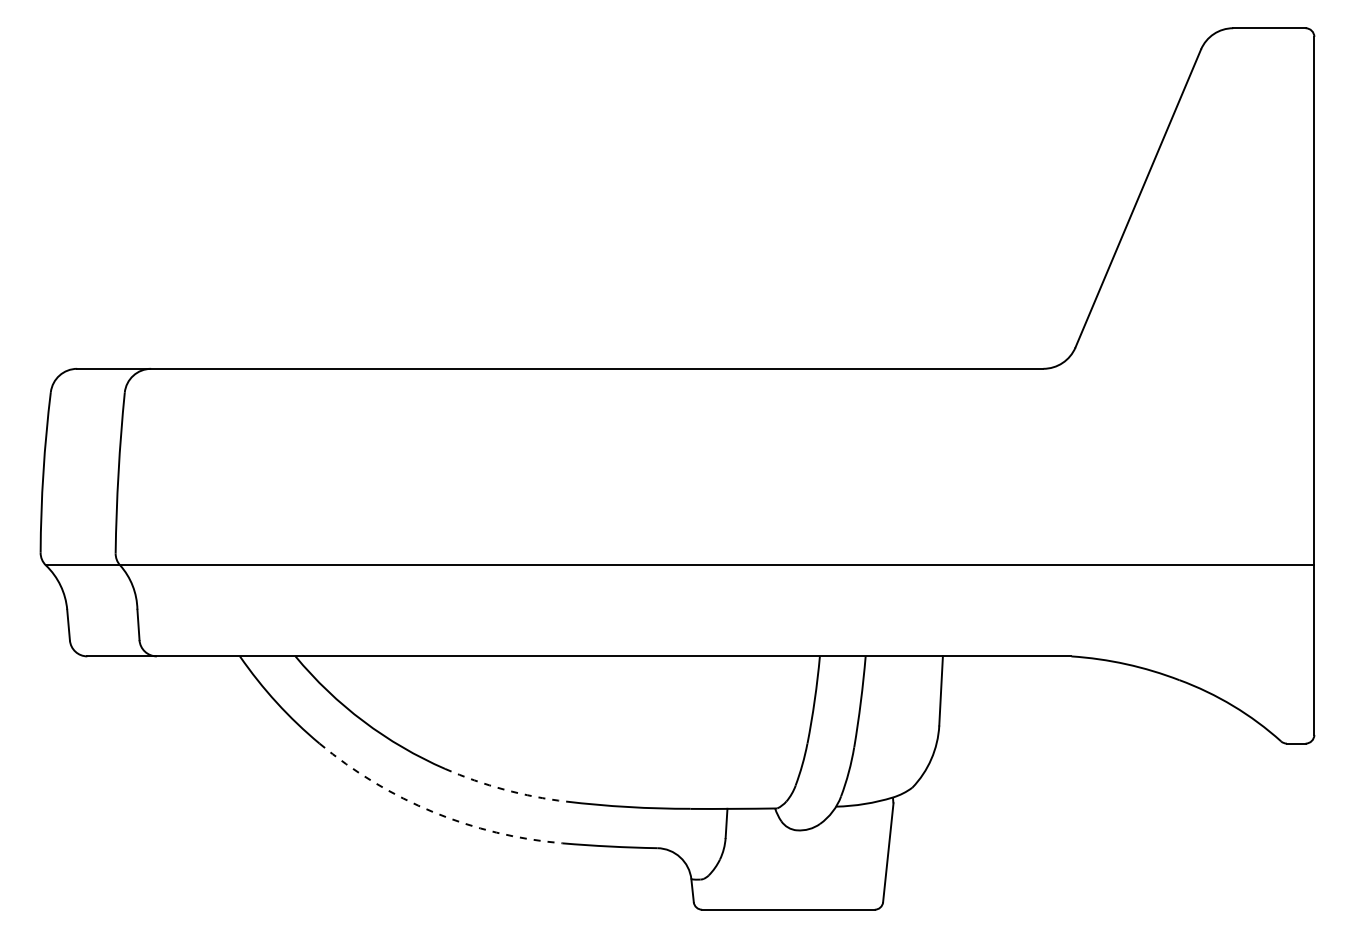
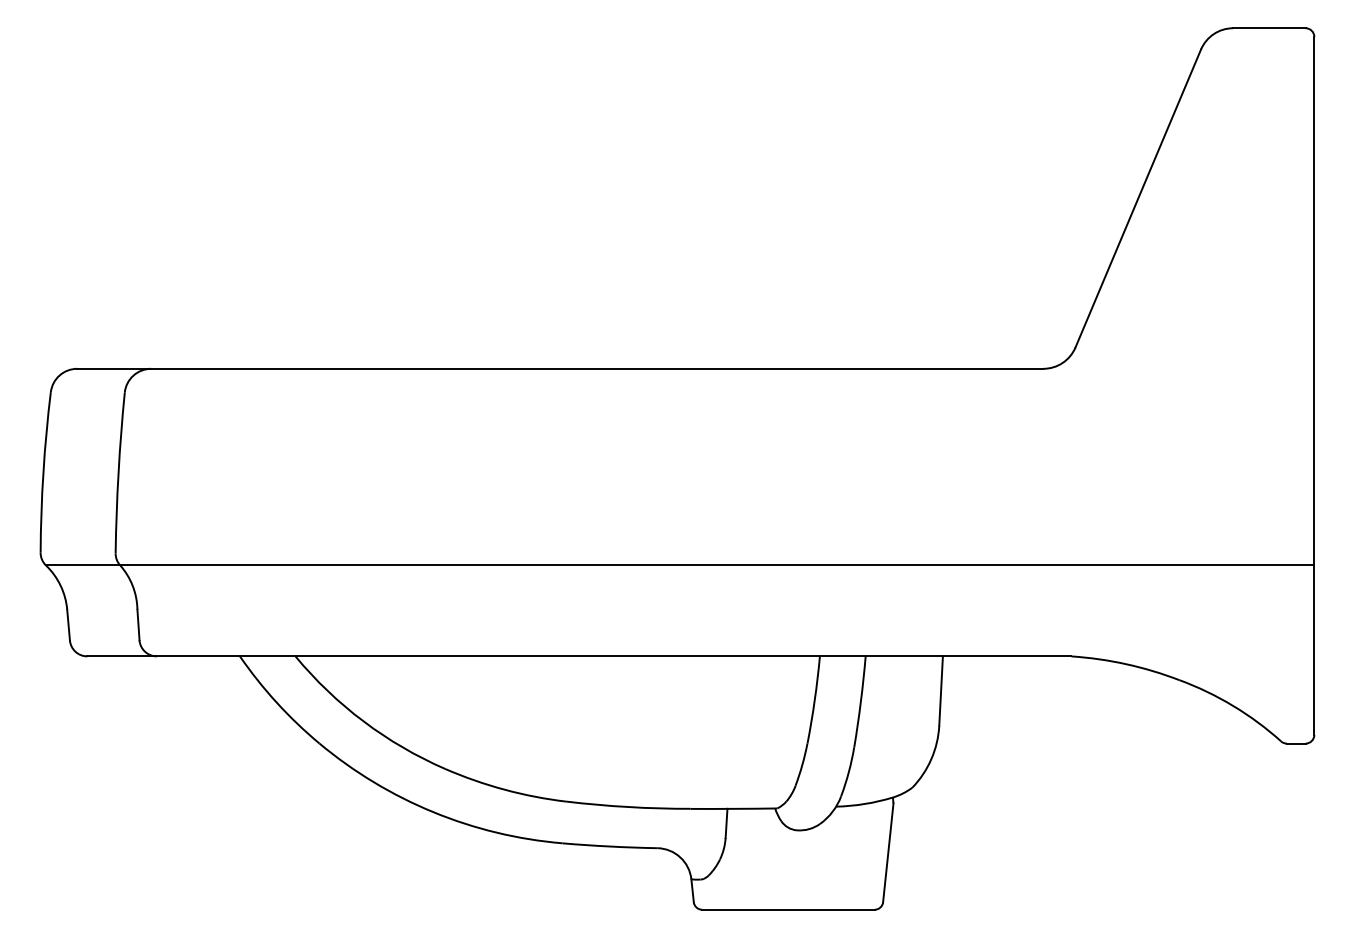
arc at (504, 789): dashed -> solid
arc at (433, 812): dashed -> solid
